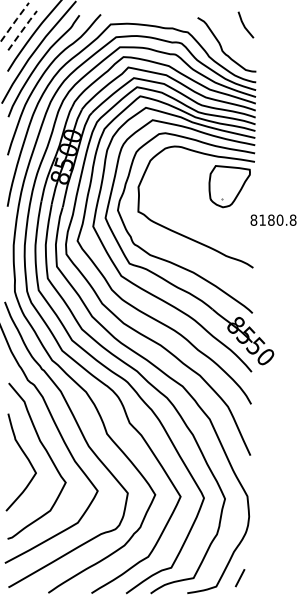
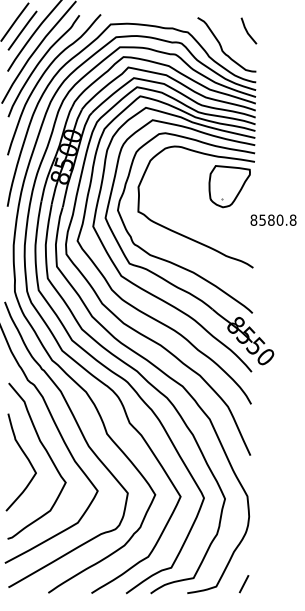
line at (15, 21): dashed -> solid
curve at (244, 24) position: (244, 24) -> (247, 30)
line at (22, 30): dashed -> solid
text at (262, 219): 8180.8 -> 8580.8
line at (239, 578) position: (239, 578) -> (243, 584)
